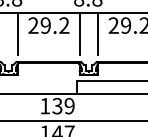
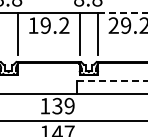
line at (123, 13): solid -> dashed
text at (33, 25): 29.2 -> 19.2
line at (113, 80): solid -> dashed
